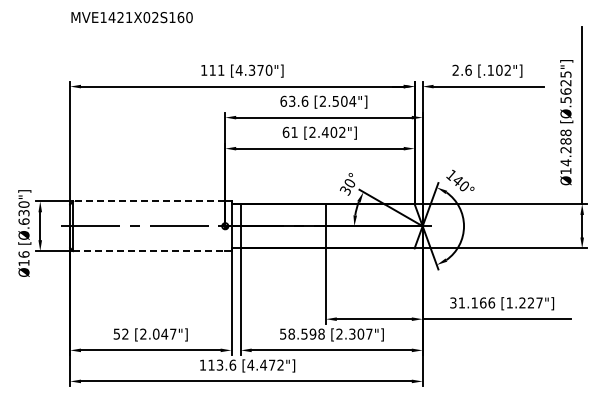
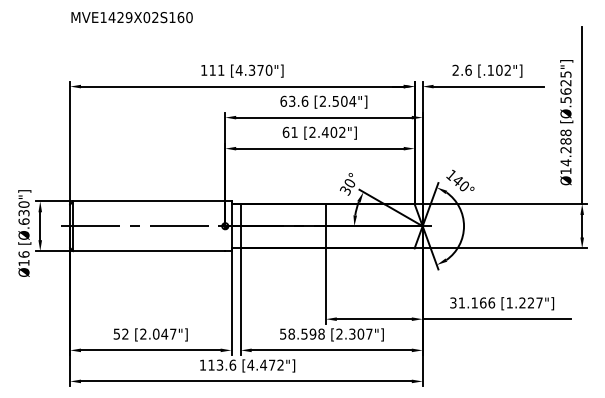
text at (128, 17): MVE1421X02S160 -> MVE1429X02S160
line at (148, 201): dashed -> solid
line at (149, 251): dashed -> solid
